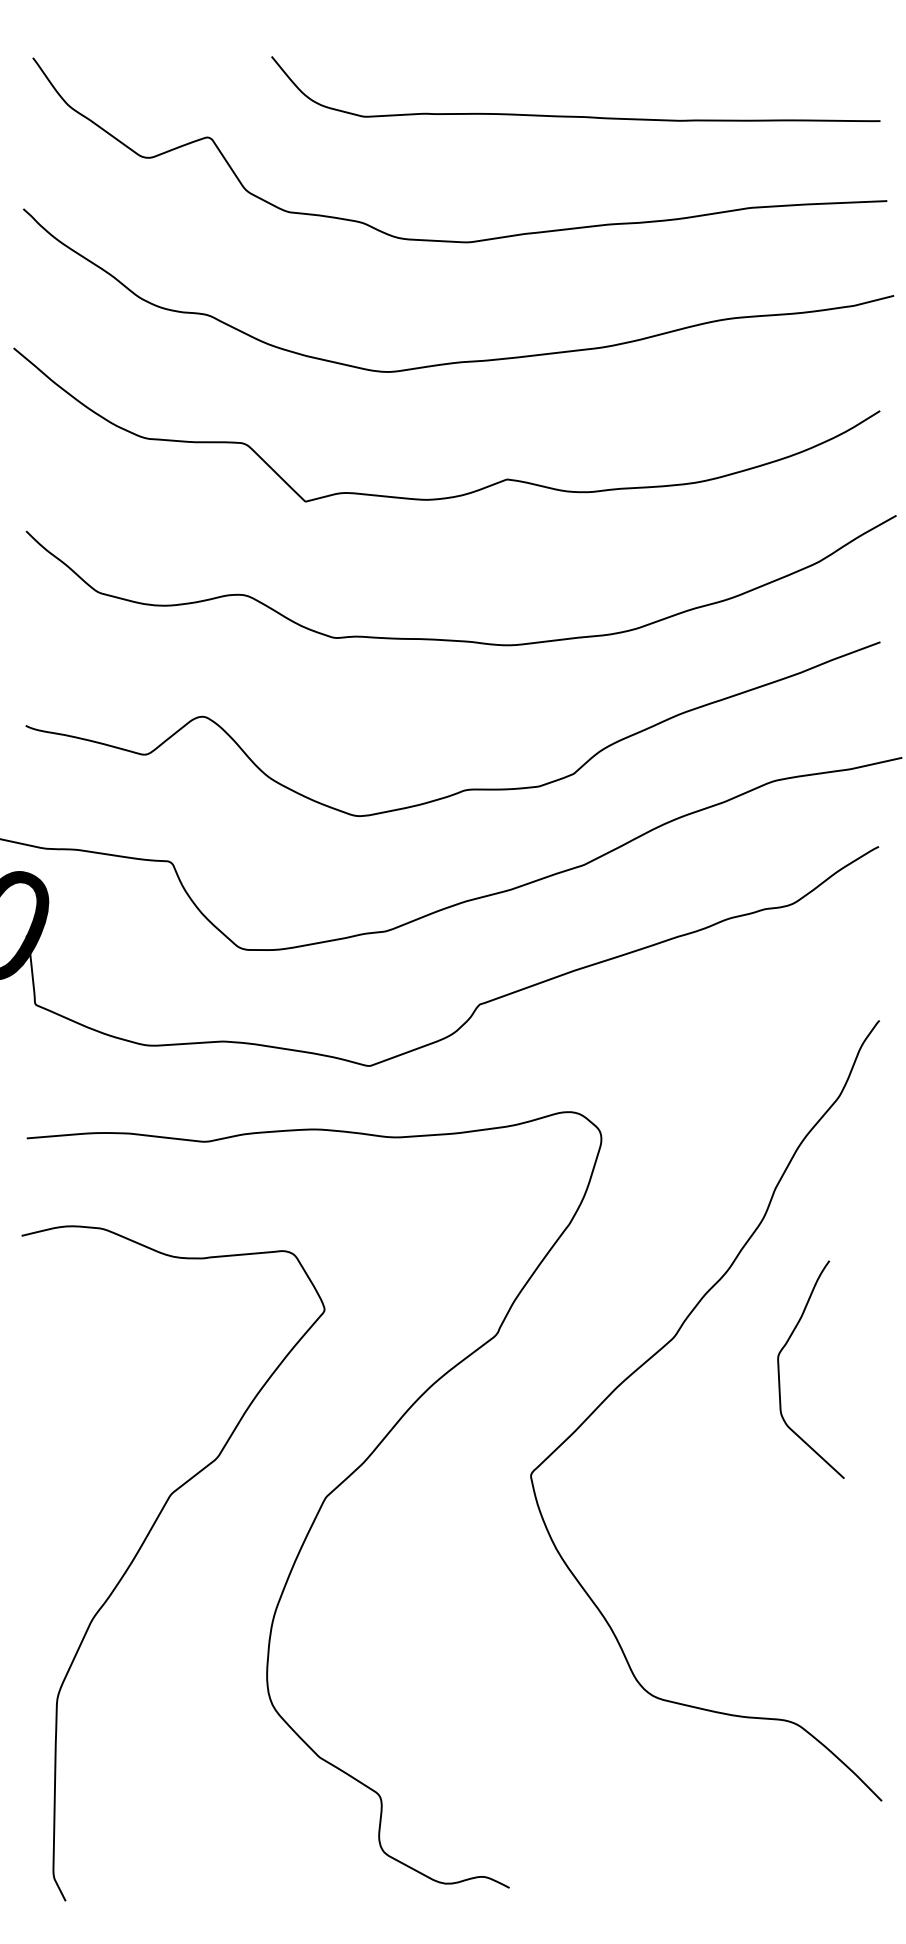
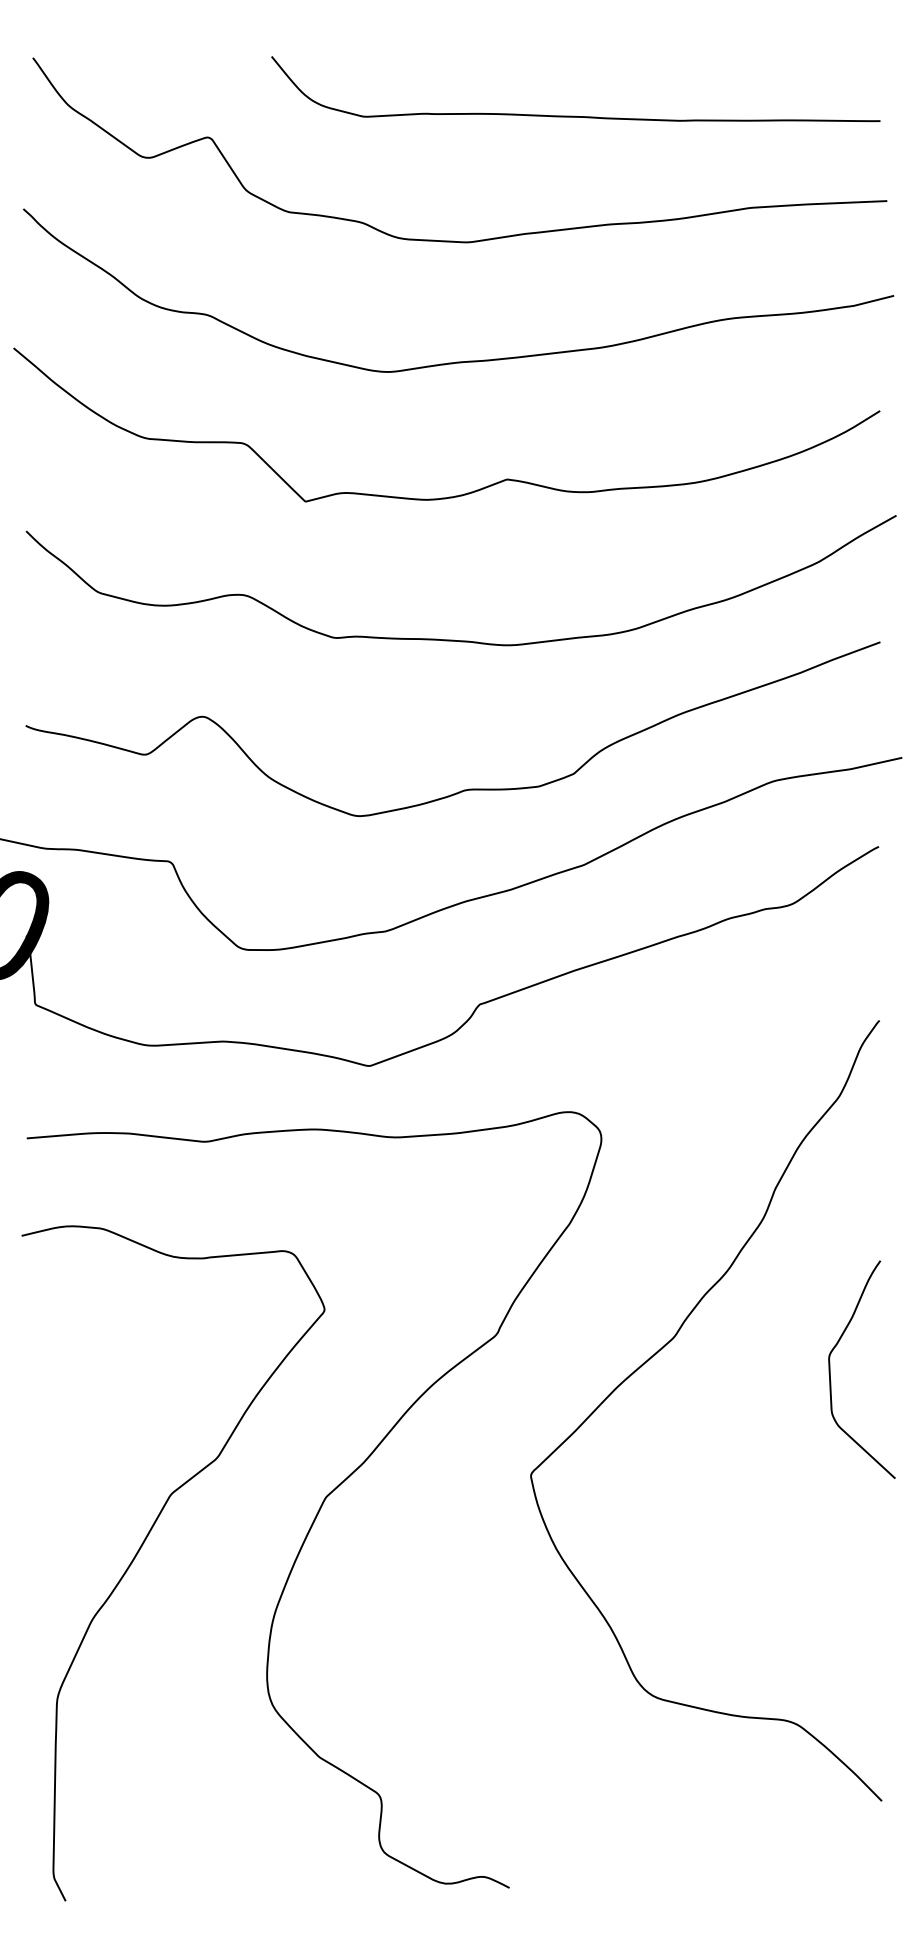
curve at (779, 1369) position: (779, 1369) -> (830, 1369)
